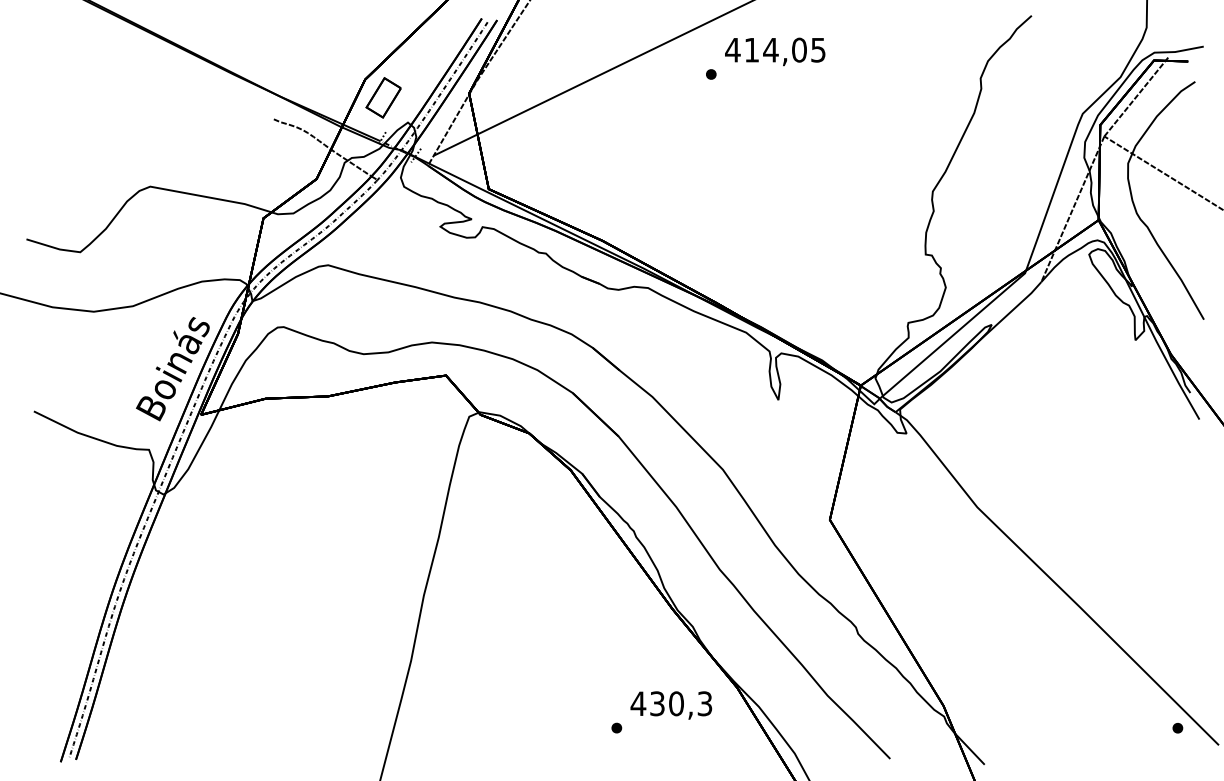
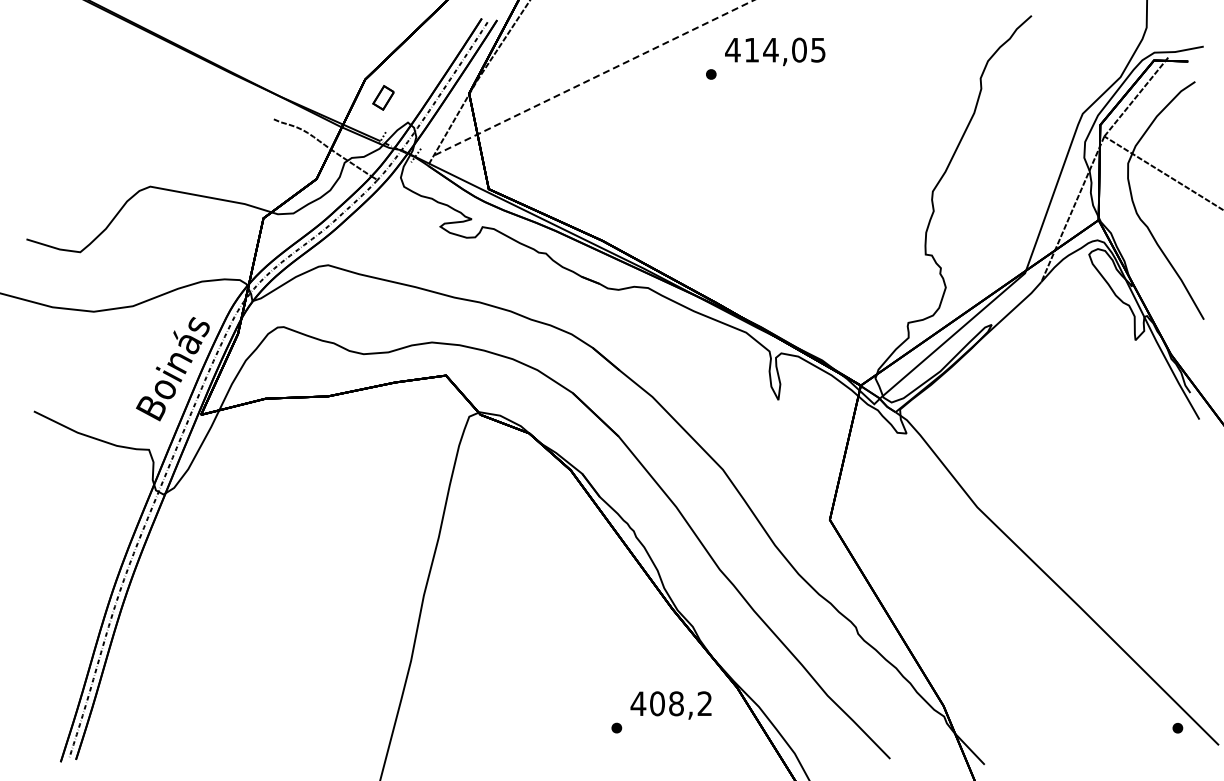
line at (593, 78): solid -> dashed
part at (383, 97) size: 37x42 px -> 23x26 px
text at (681, 703): 430,3 -> 408,2
